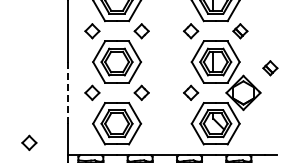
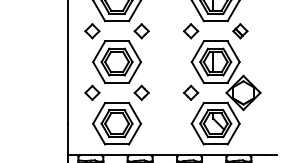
part at (270, 68): present -> none
line at (67, 92): dashed -> solid
part at (29, 142): present -> none
